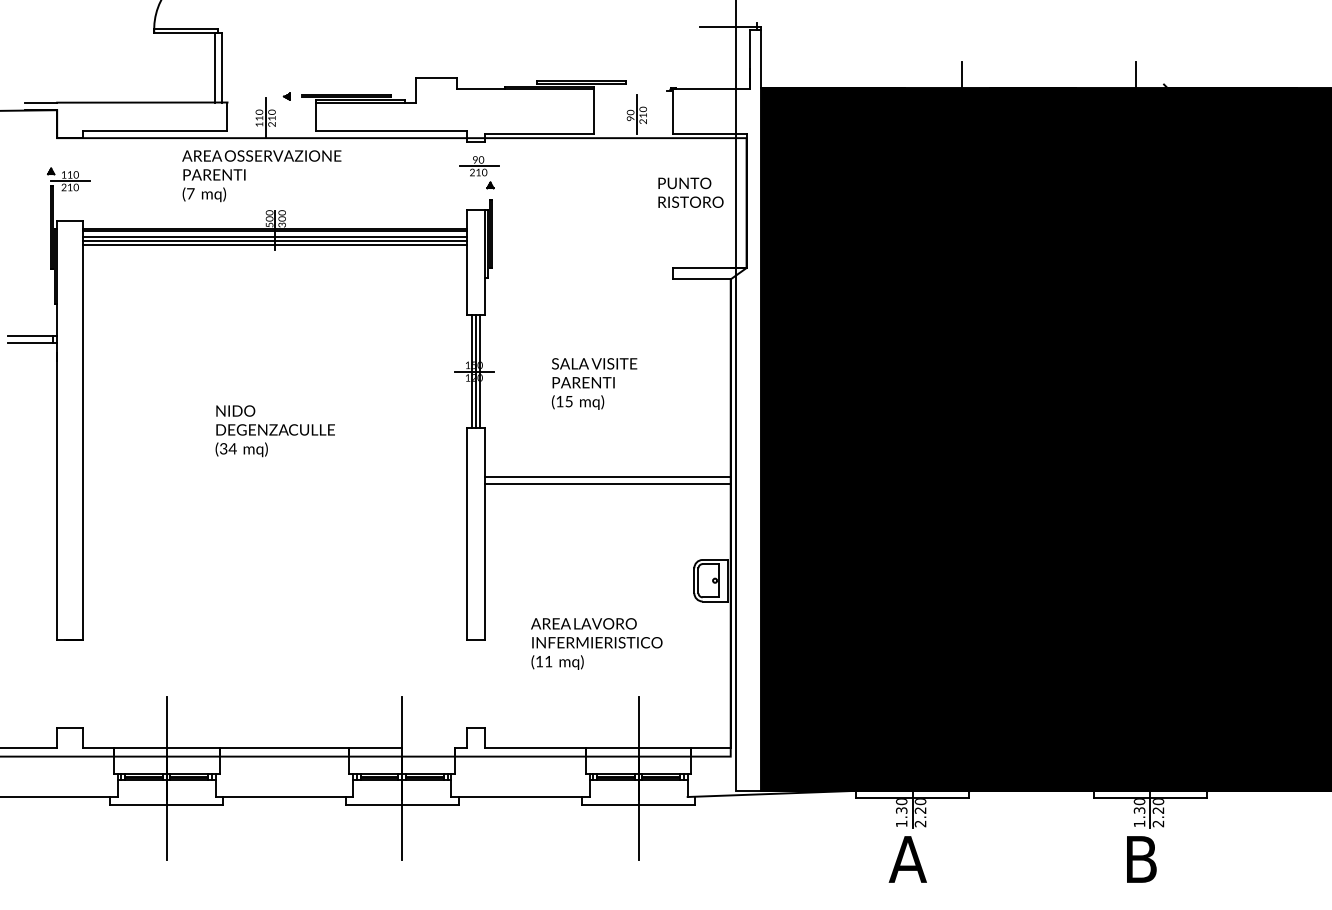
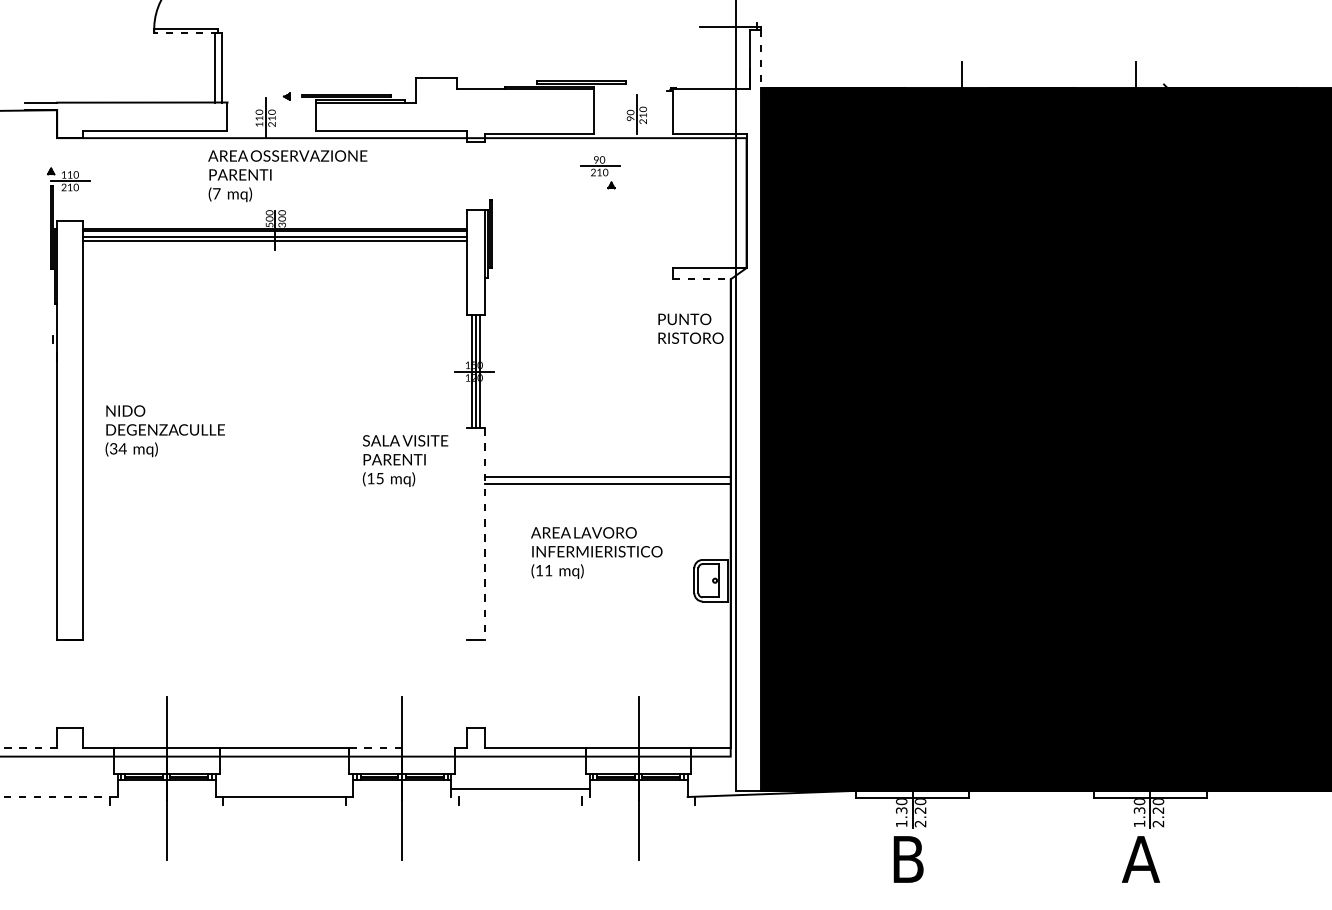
line at (185, 33): solid -> dashed
line at (760, 59): solid -> dashed
part at (479, 172) position: (479, 172) -> (600, 172)
text at (261, 176) position: (261, 176) -> (287, 176)
text at (690, 192) position: (690, 192) -> (690, 328)
line at (274, 244): present -> none
line at (702, 279): solid -> dashed
line at (32, 335): present -> none
line at (32, 343): present -> none
text at (594, 383) position: (594, 383) -> (405, 460)
text at (274, 431) position: (274, 431) -> (164, 431)
line at (467, 533): present -> none
line at (485, 533): solid -> dashed
text at (596, 643) position: (596, 643) -> (596, 552)
line at (28, 748): solid -> dashed
line at (375, 748): solid -> dashed
line at (58, 797): solid -> dashed
line at (520, 797) position: (520, 797) -> (520, 789)
line at (166, 804): present -> none
line at (401, 804): present -> none
line at (638, 804): present -> none
text at (907, 859): A -> B
text at (1140, 859): B -> A
